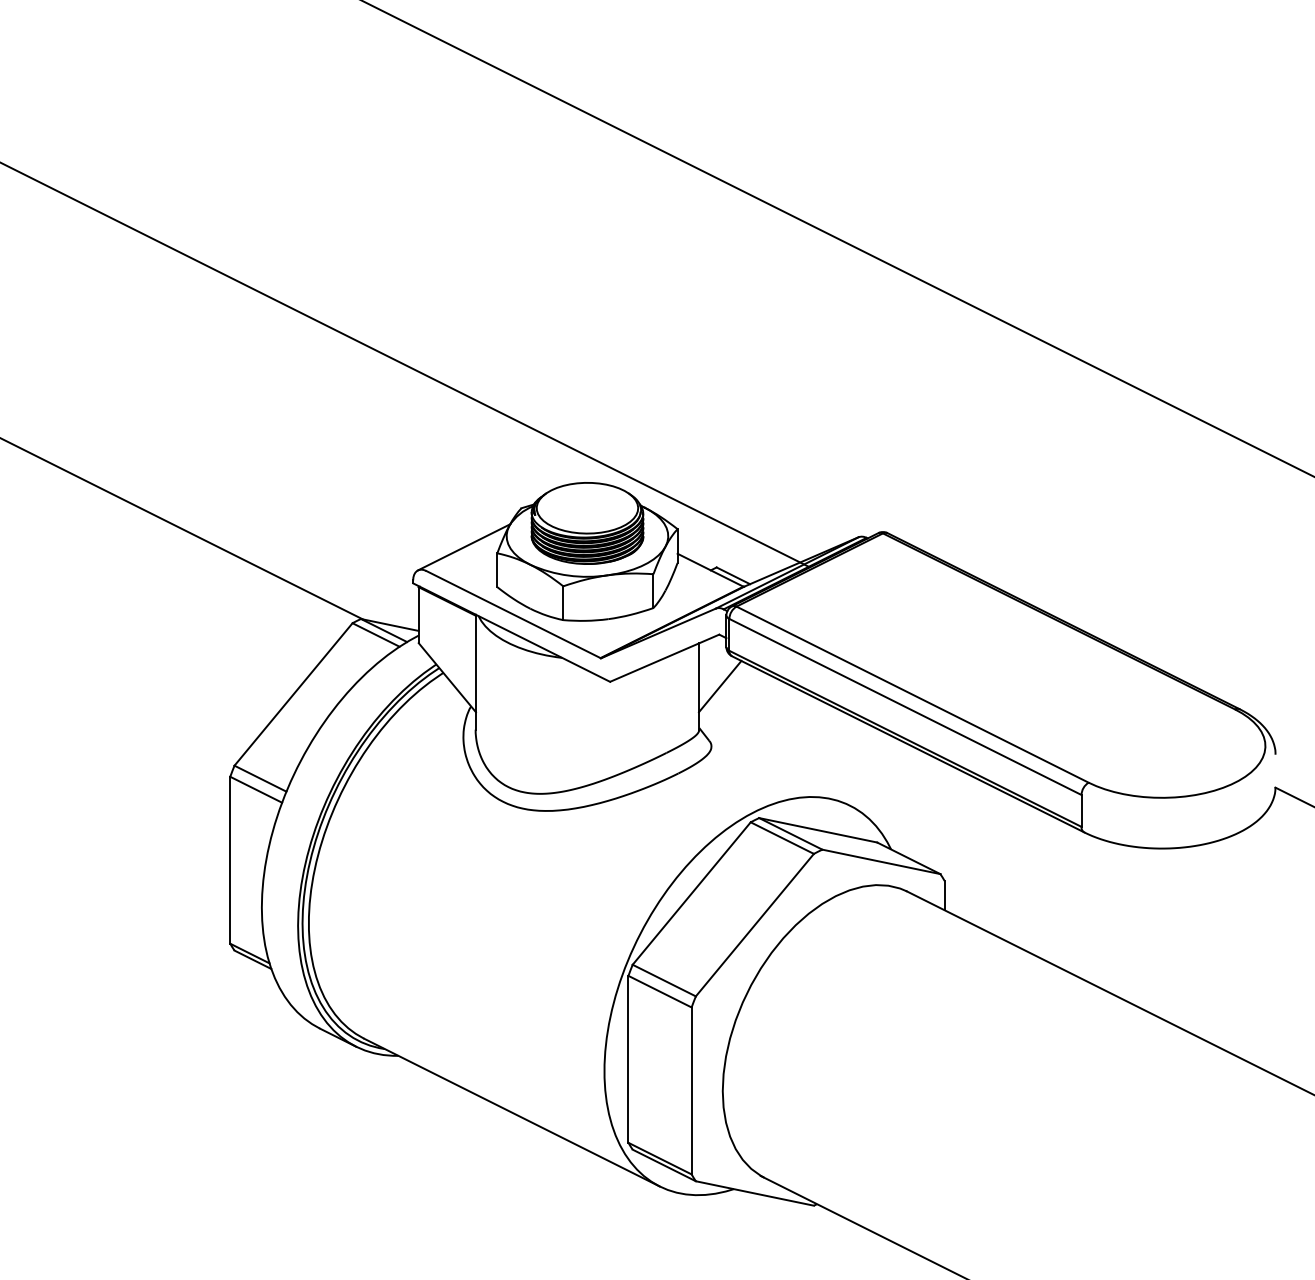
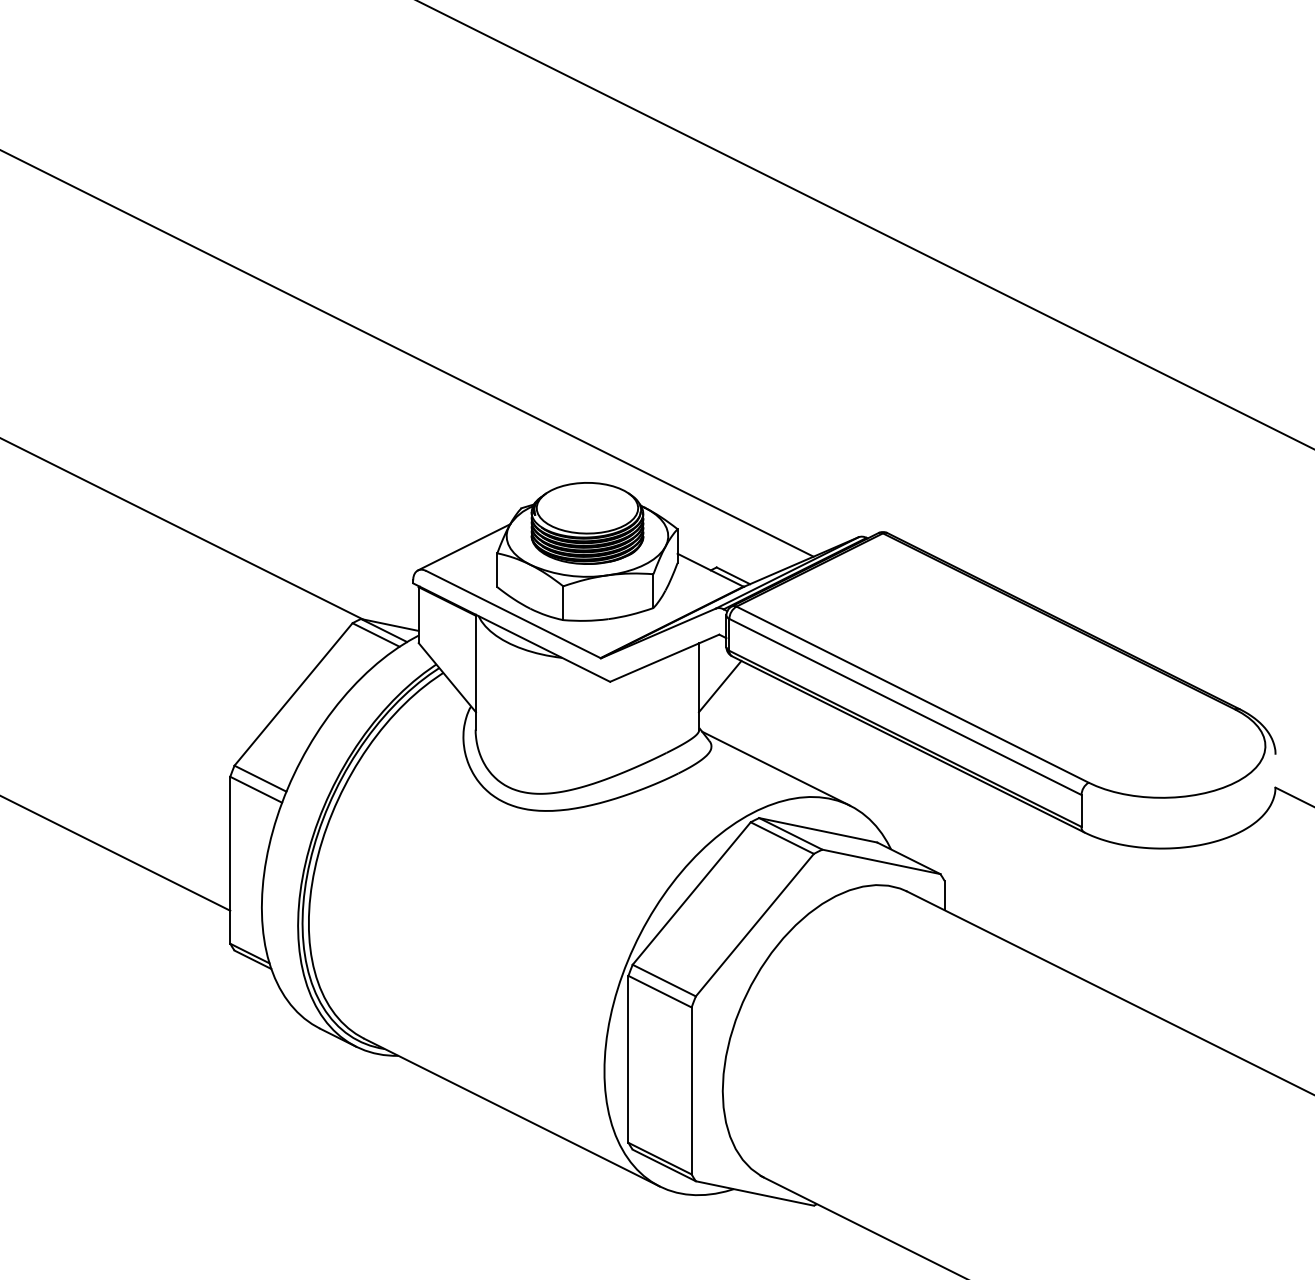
line at (837, 238) position: (837, 238) -> (865, 224)
line at (405, 364) position: (405, 364) -> (407, 353)
line at (776, 768): none -> present
line at (116, 853): none -> present
